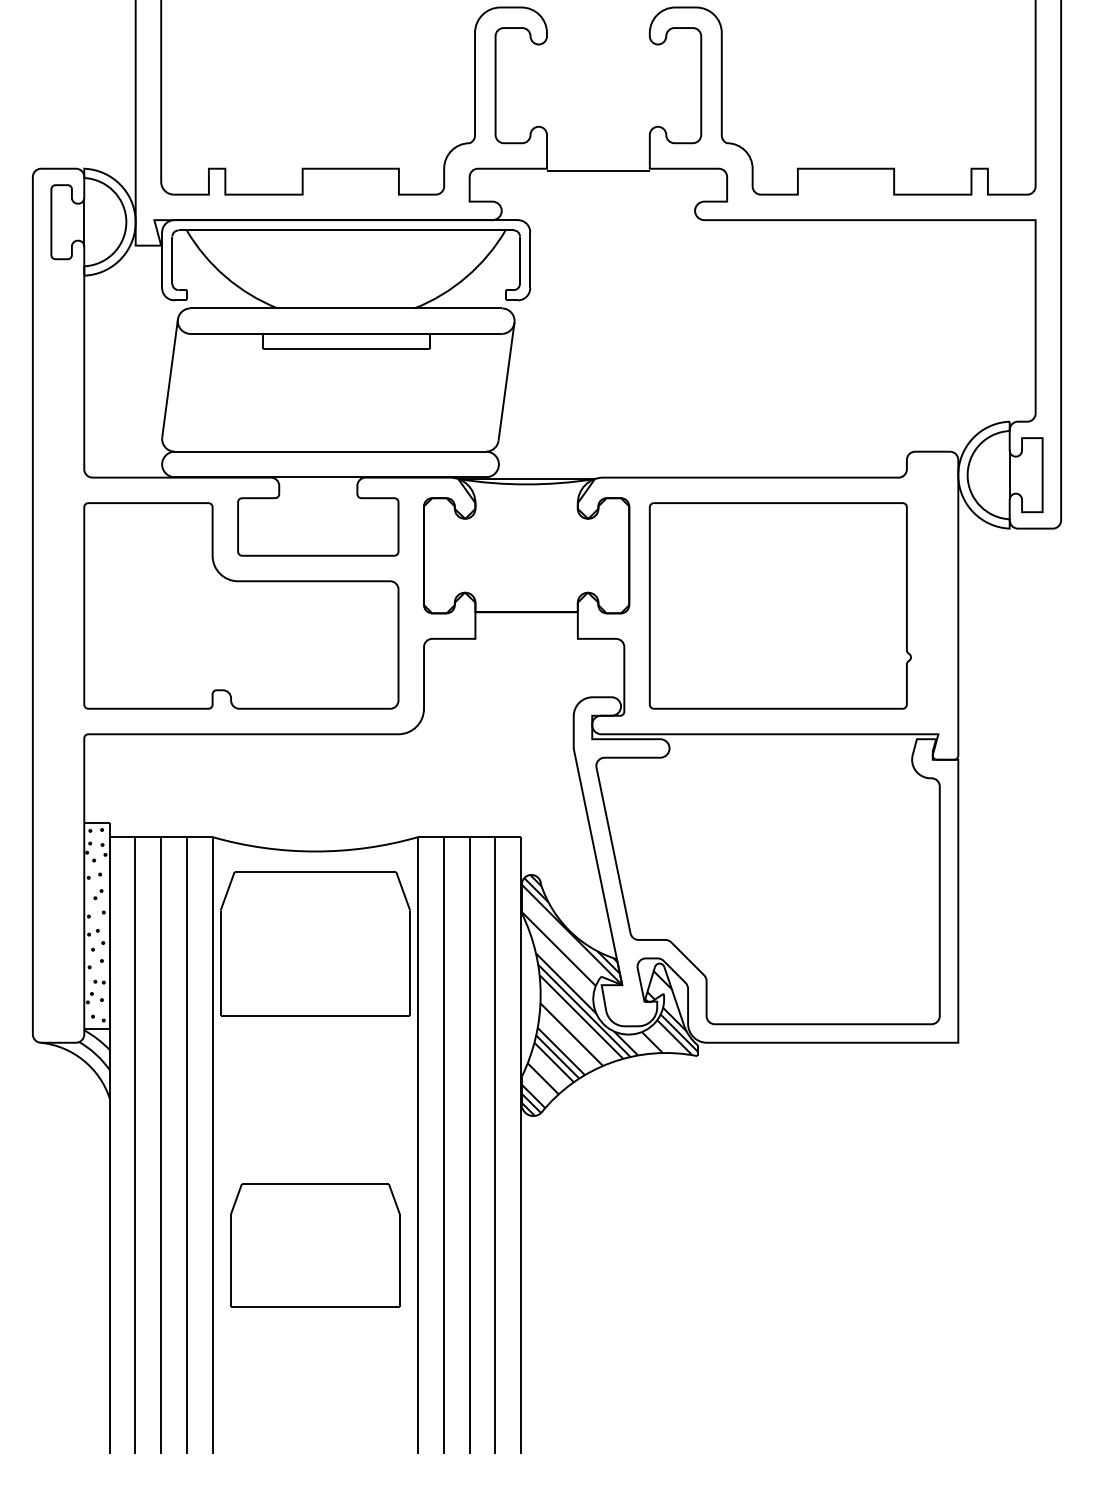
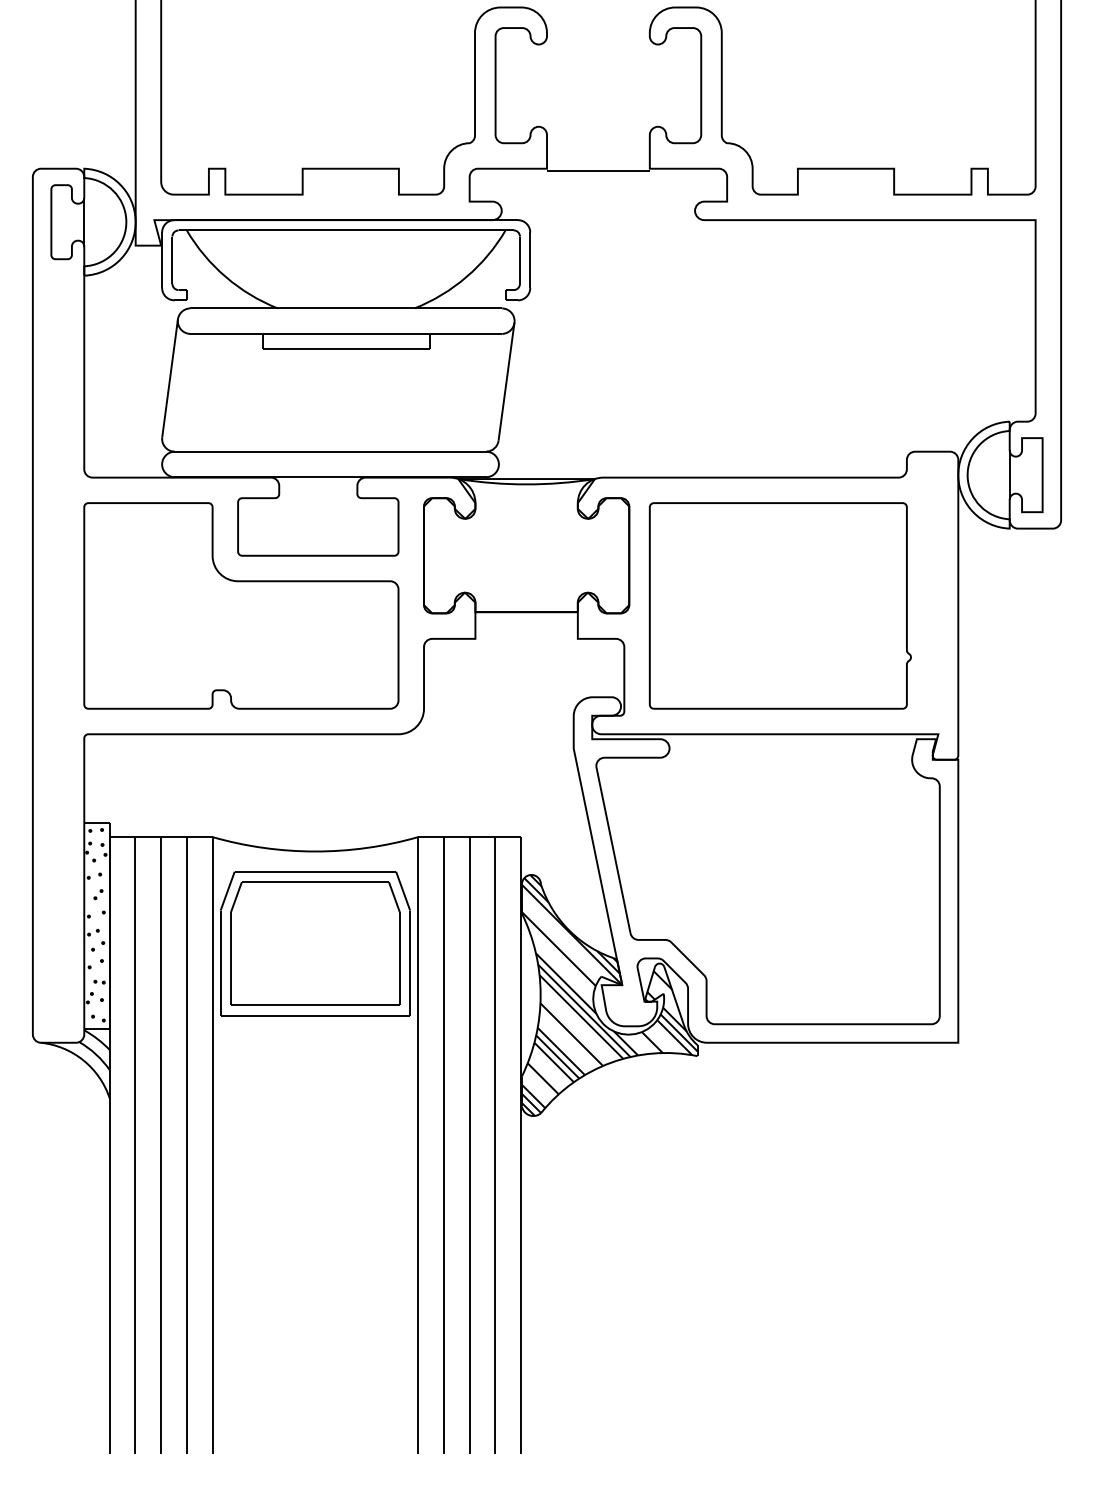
part at (315, 1245) position: (315, 1245) -> (315, 943)
